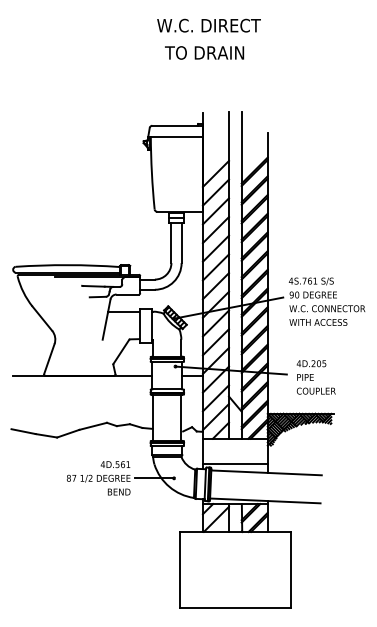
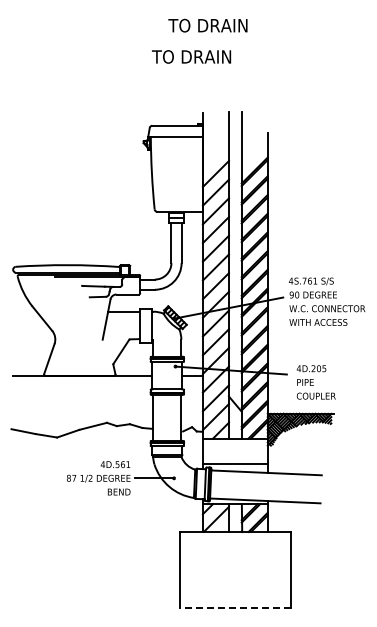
text at (208, 25): W.C. DIRECT -> TO DRAIN
text at (204, 52) position: (204, 52) -> (191, 56)
text at (315, 377) position: (315, 377) -> (315, 382)
line at (234, 608): solid -> dashed
